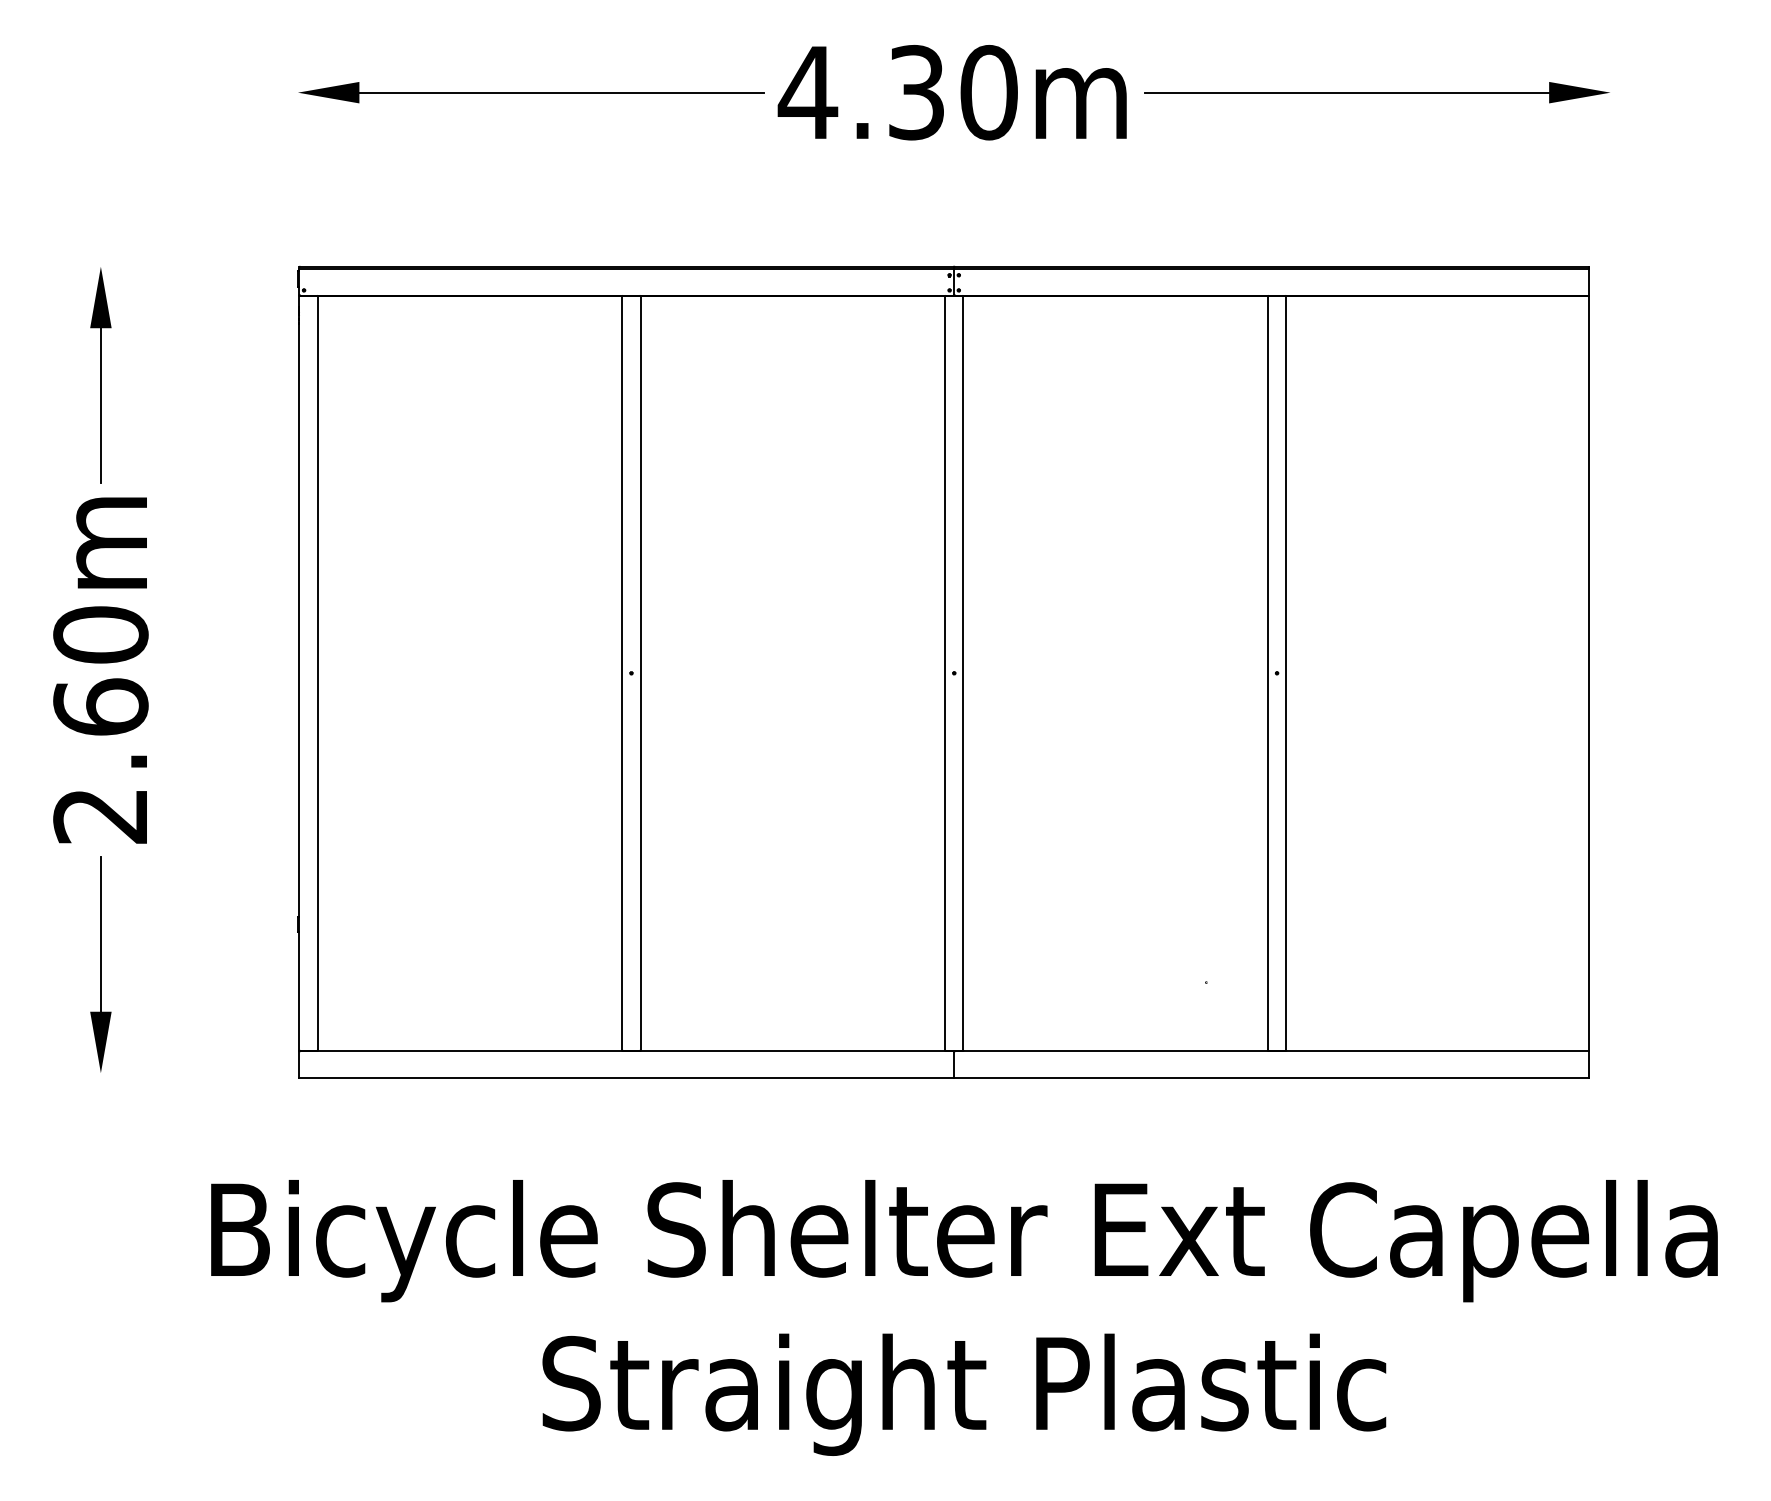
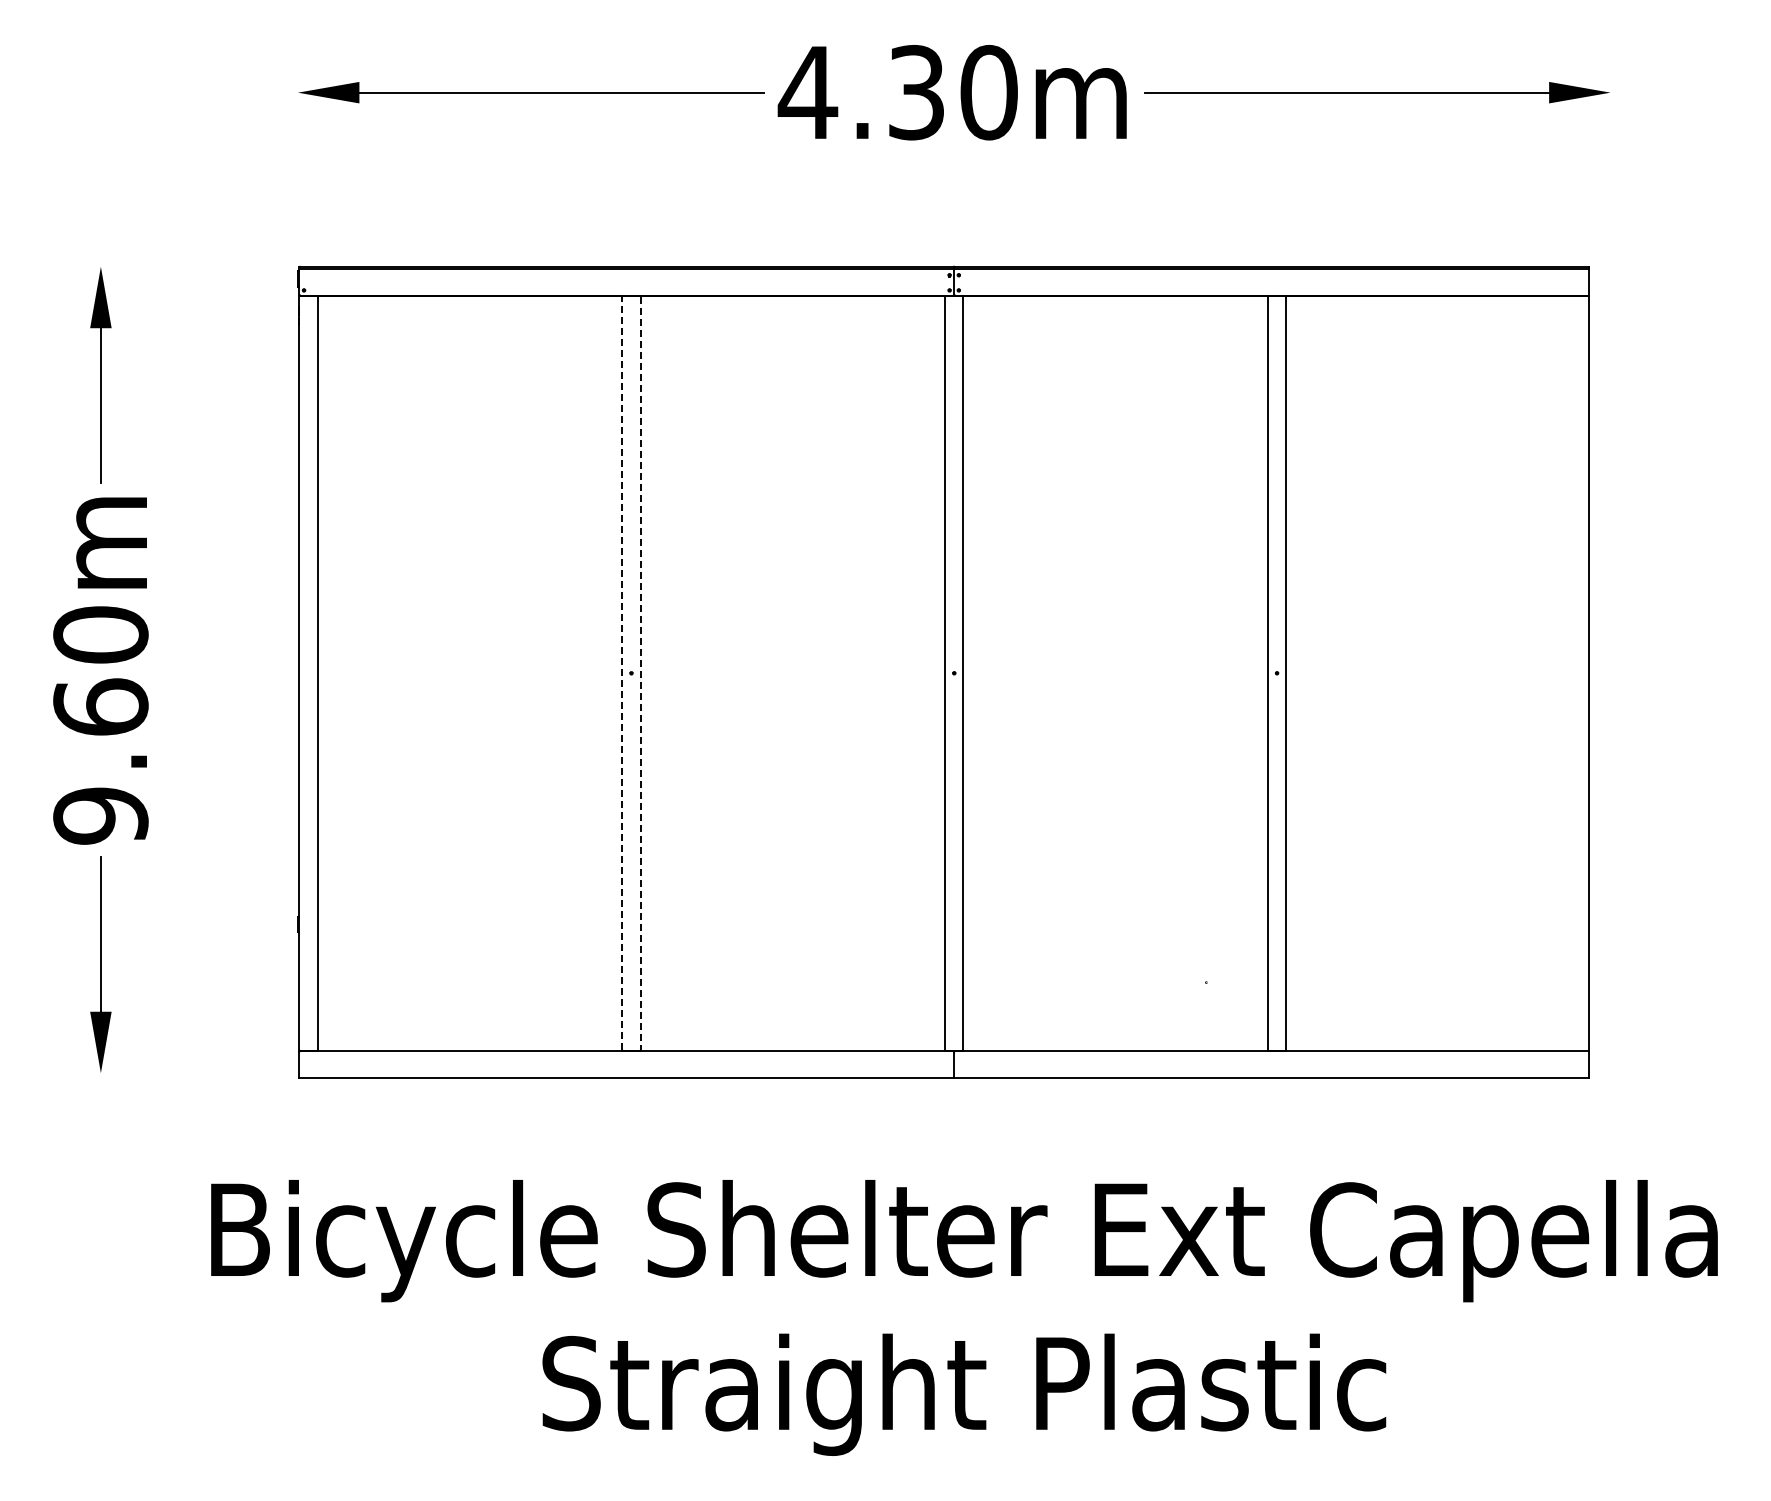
line at (622, 673): solid -> dashed
line at (640, 673): solid -> dashed
text at (100, 815): 2.60m -> 9.60m
